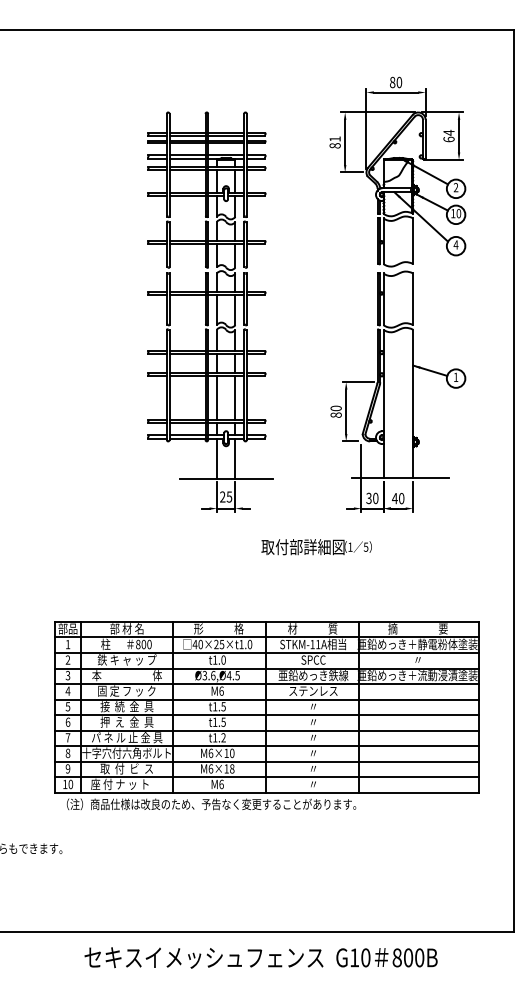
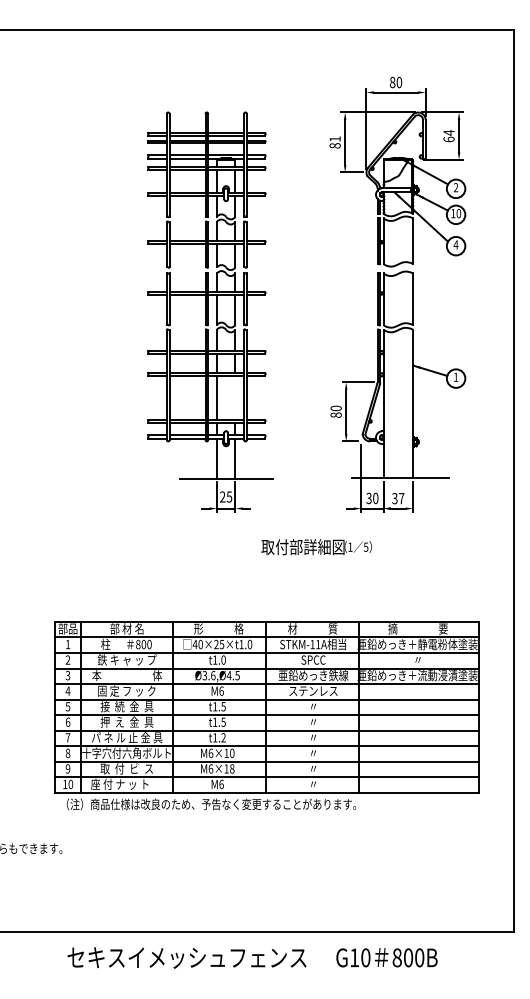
line at (235, 398): present -> none
text at (397, 498): 40 -> 37
text at (203, 957) position: (203, 957) -> (186, 957)
